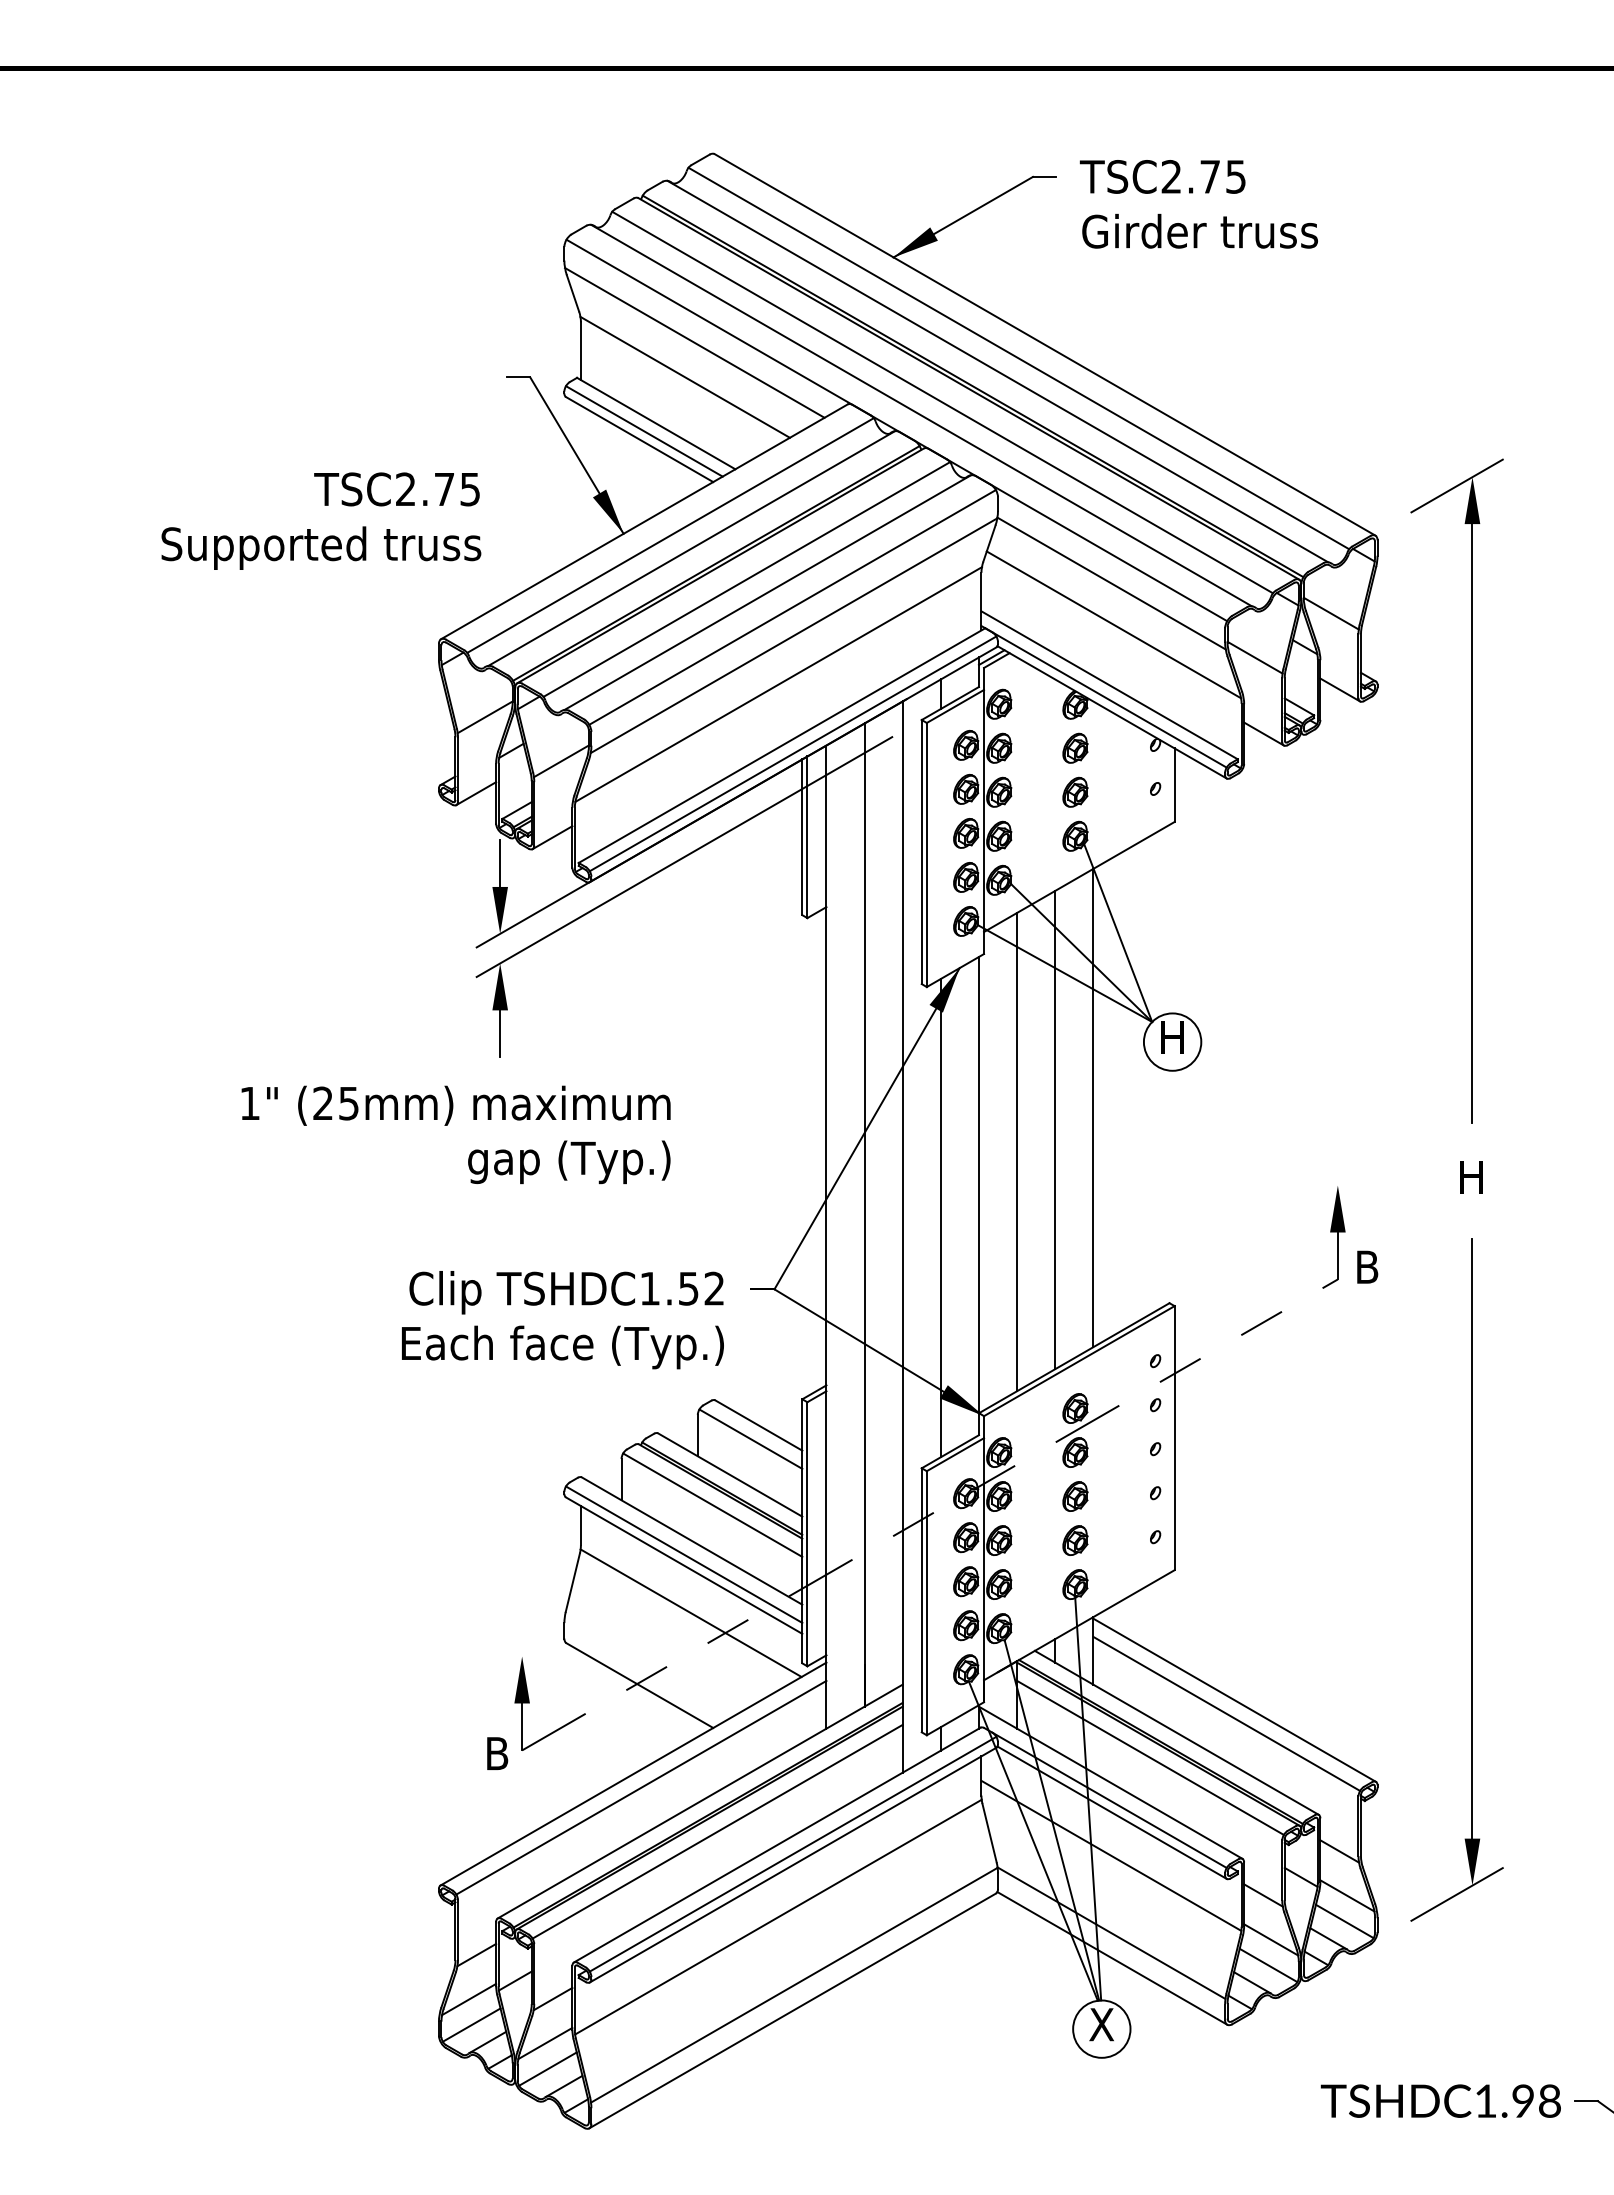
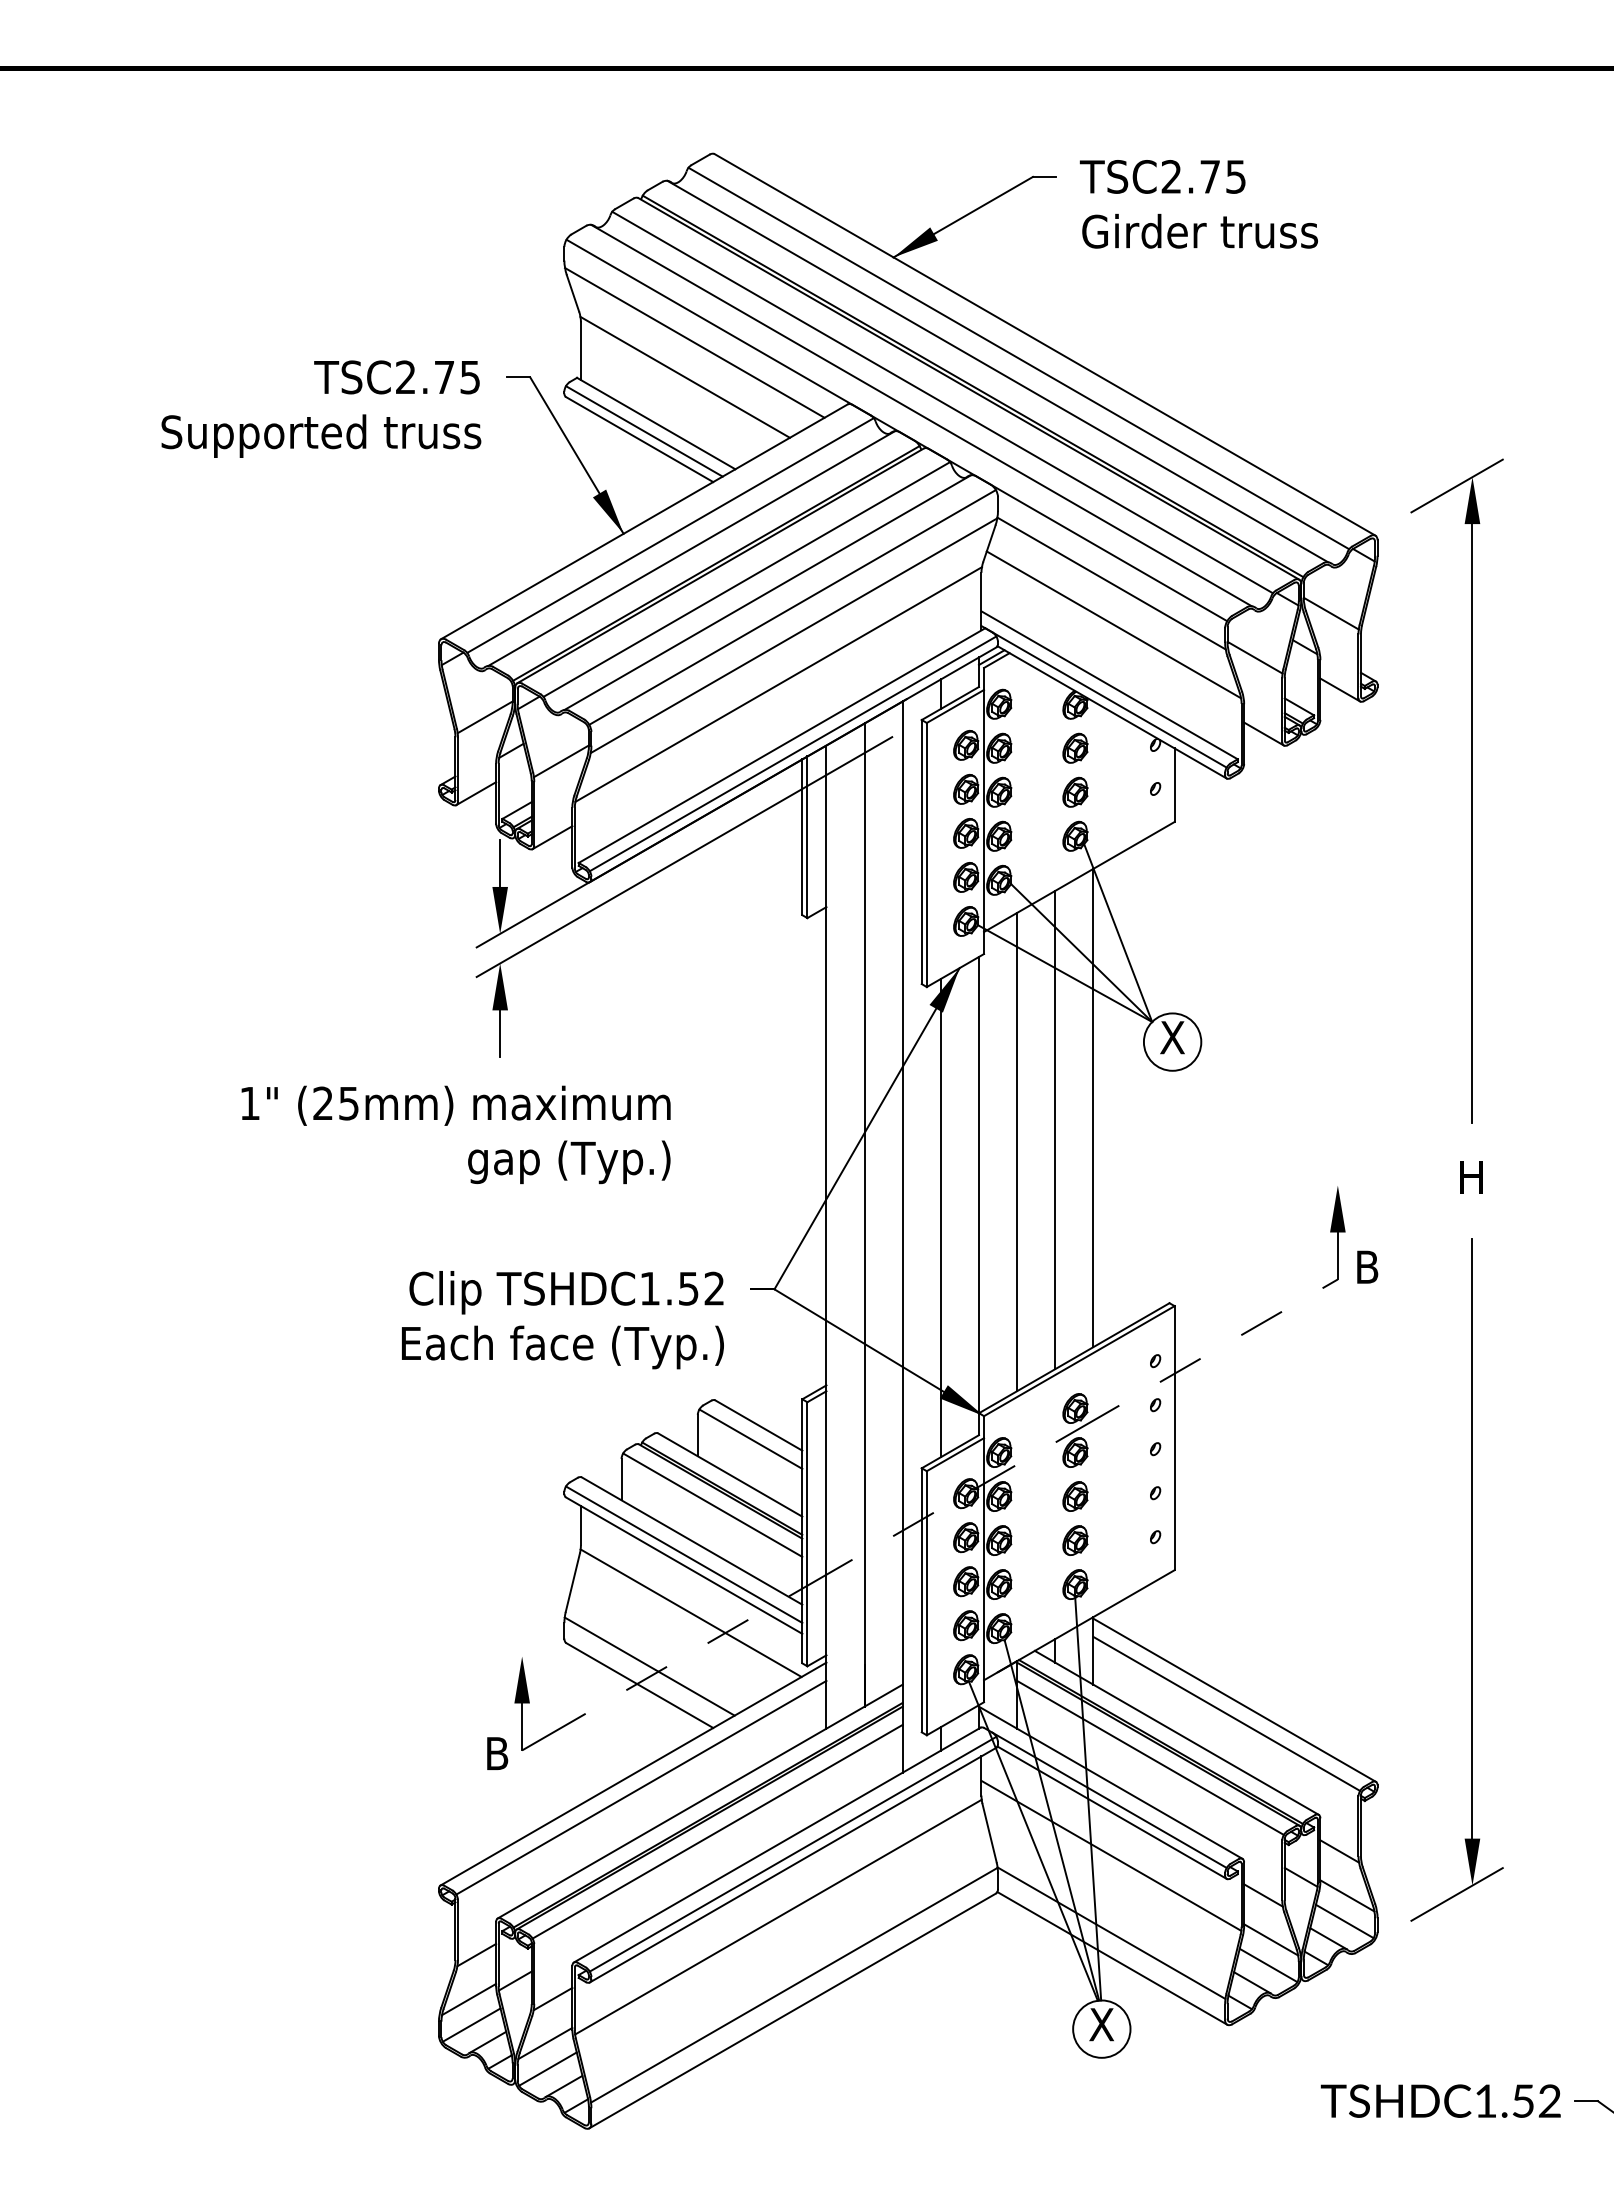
text at (321, 520) position: (321, 520) -> (321, 408)
text at (1172, 1037): H -> X
line at (649, 1666): none -> present
text at (1536, 2100): TSHDC1.98 -> TSHDC1.52
